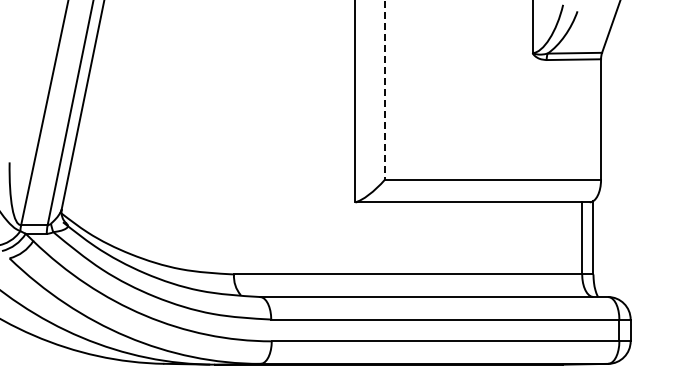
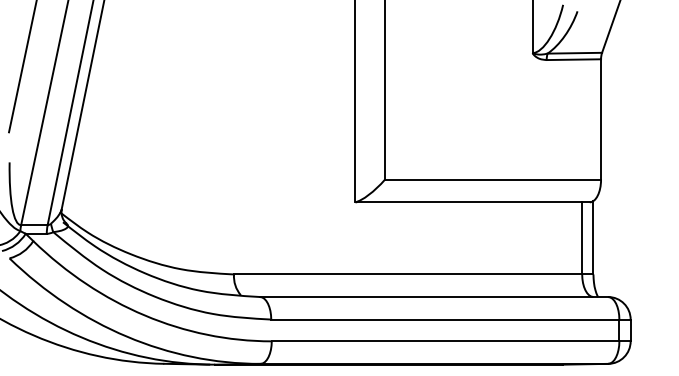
line at (22, 67): none -> present
line at (384, 90): dashed -> solid
